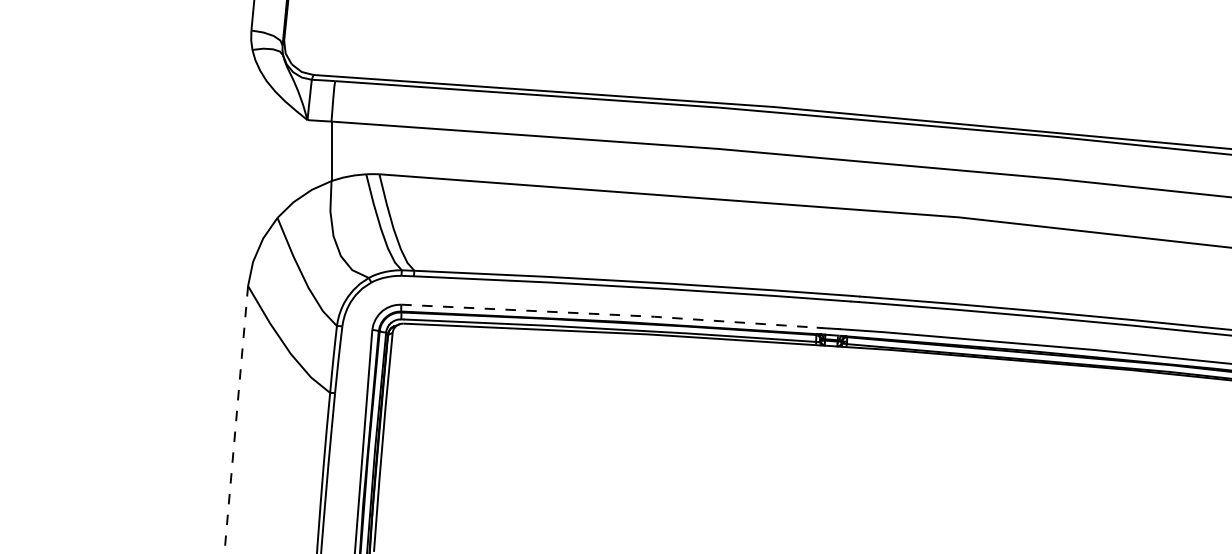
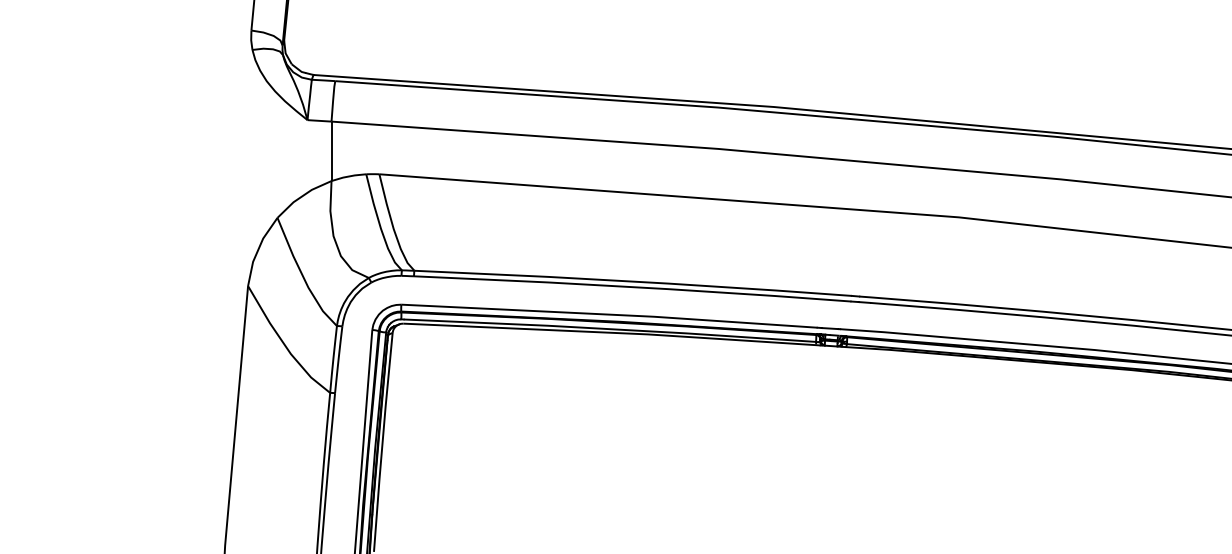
line at (610, 314): dashed -> solid
line at (236, 420): dashed -> solid
